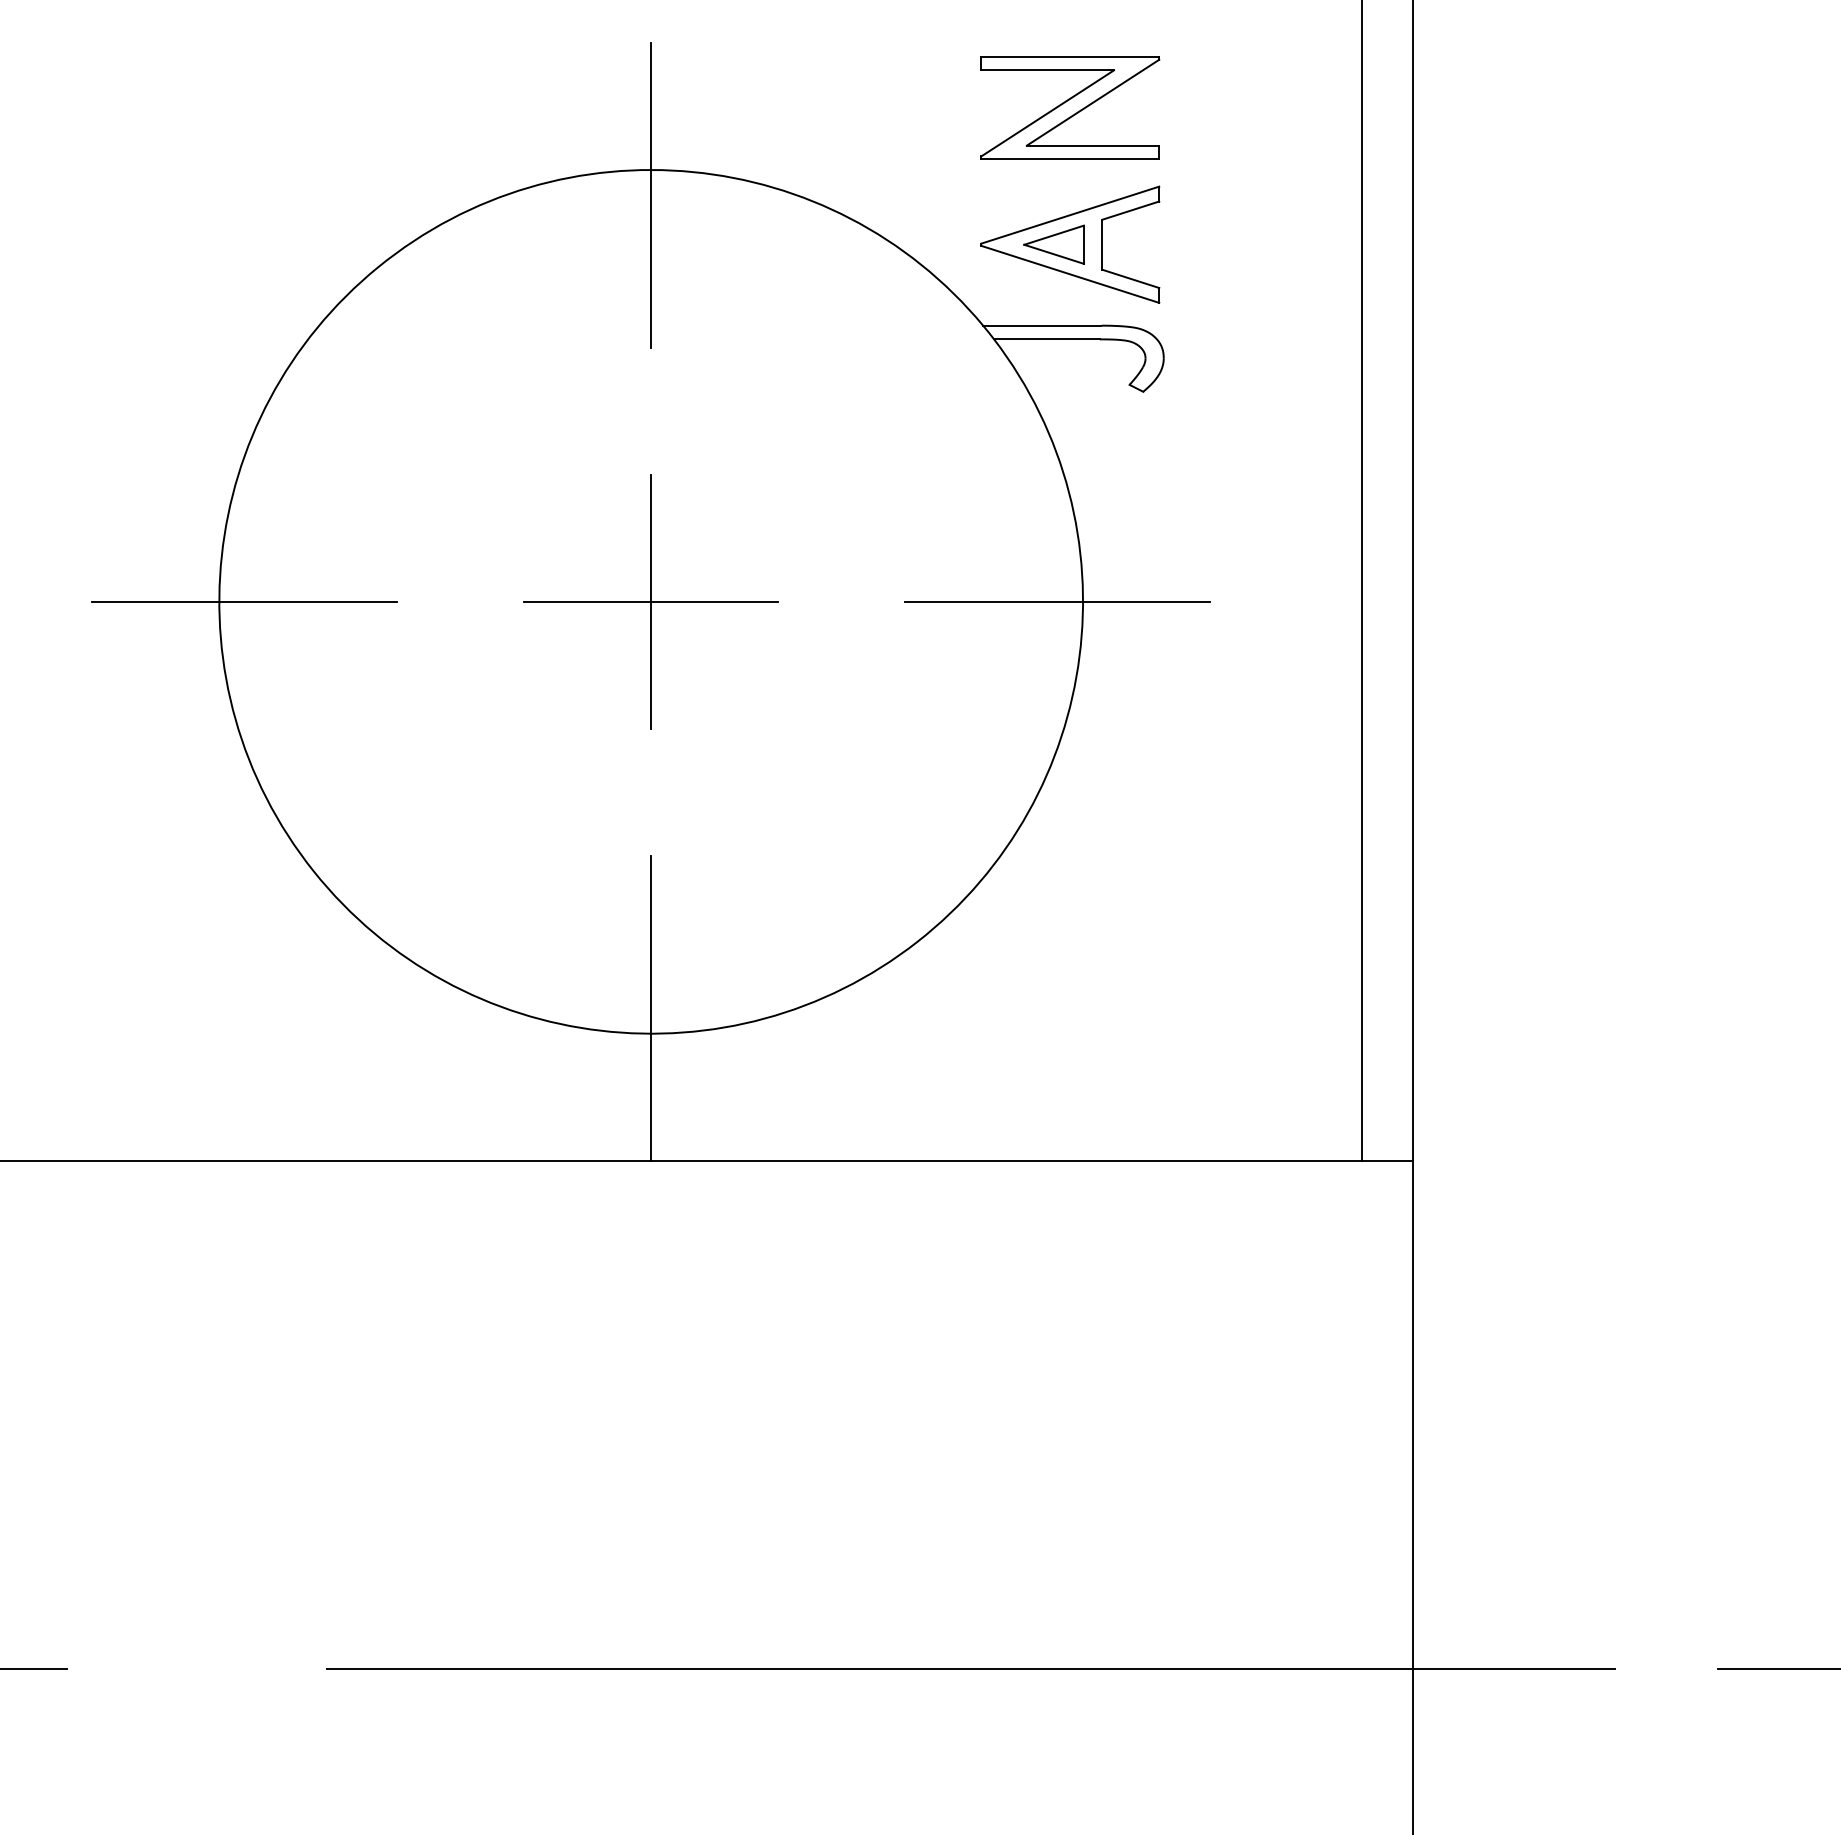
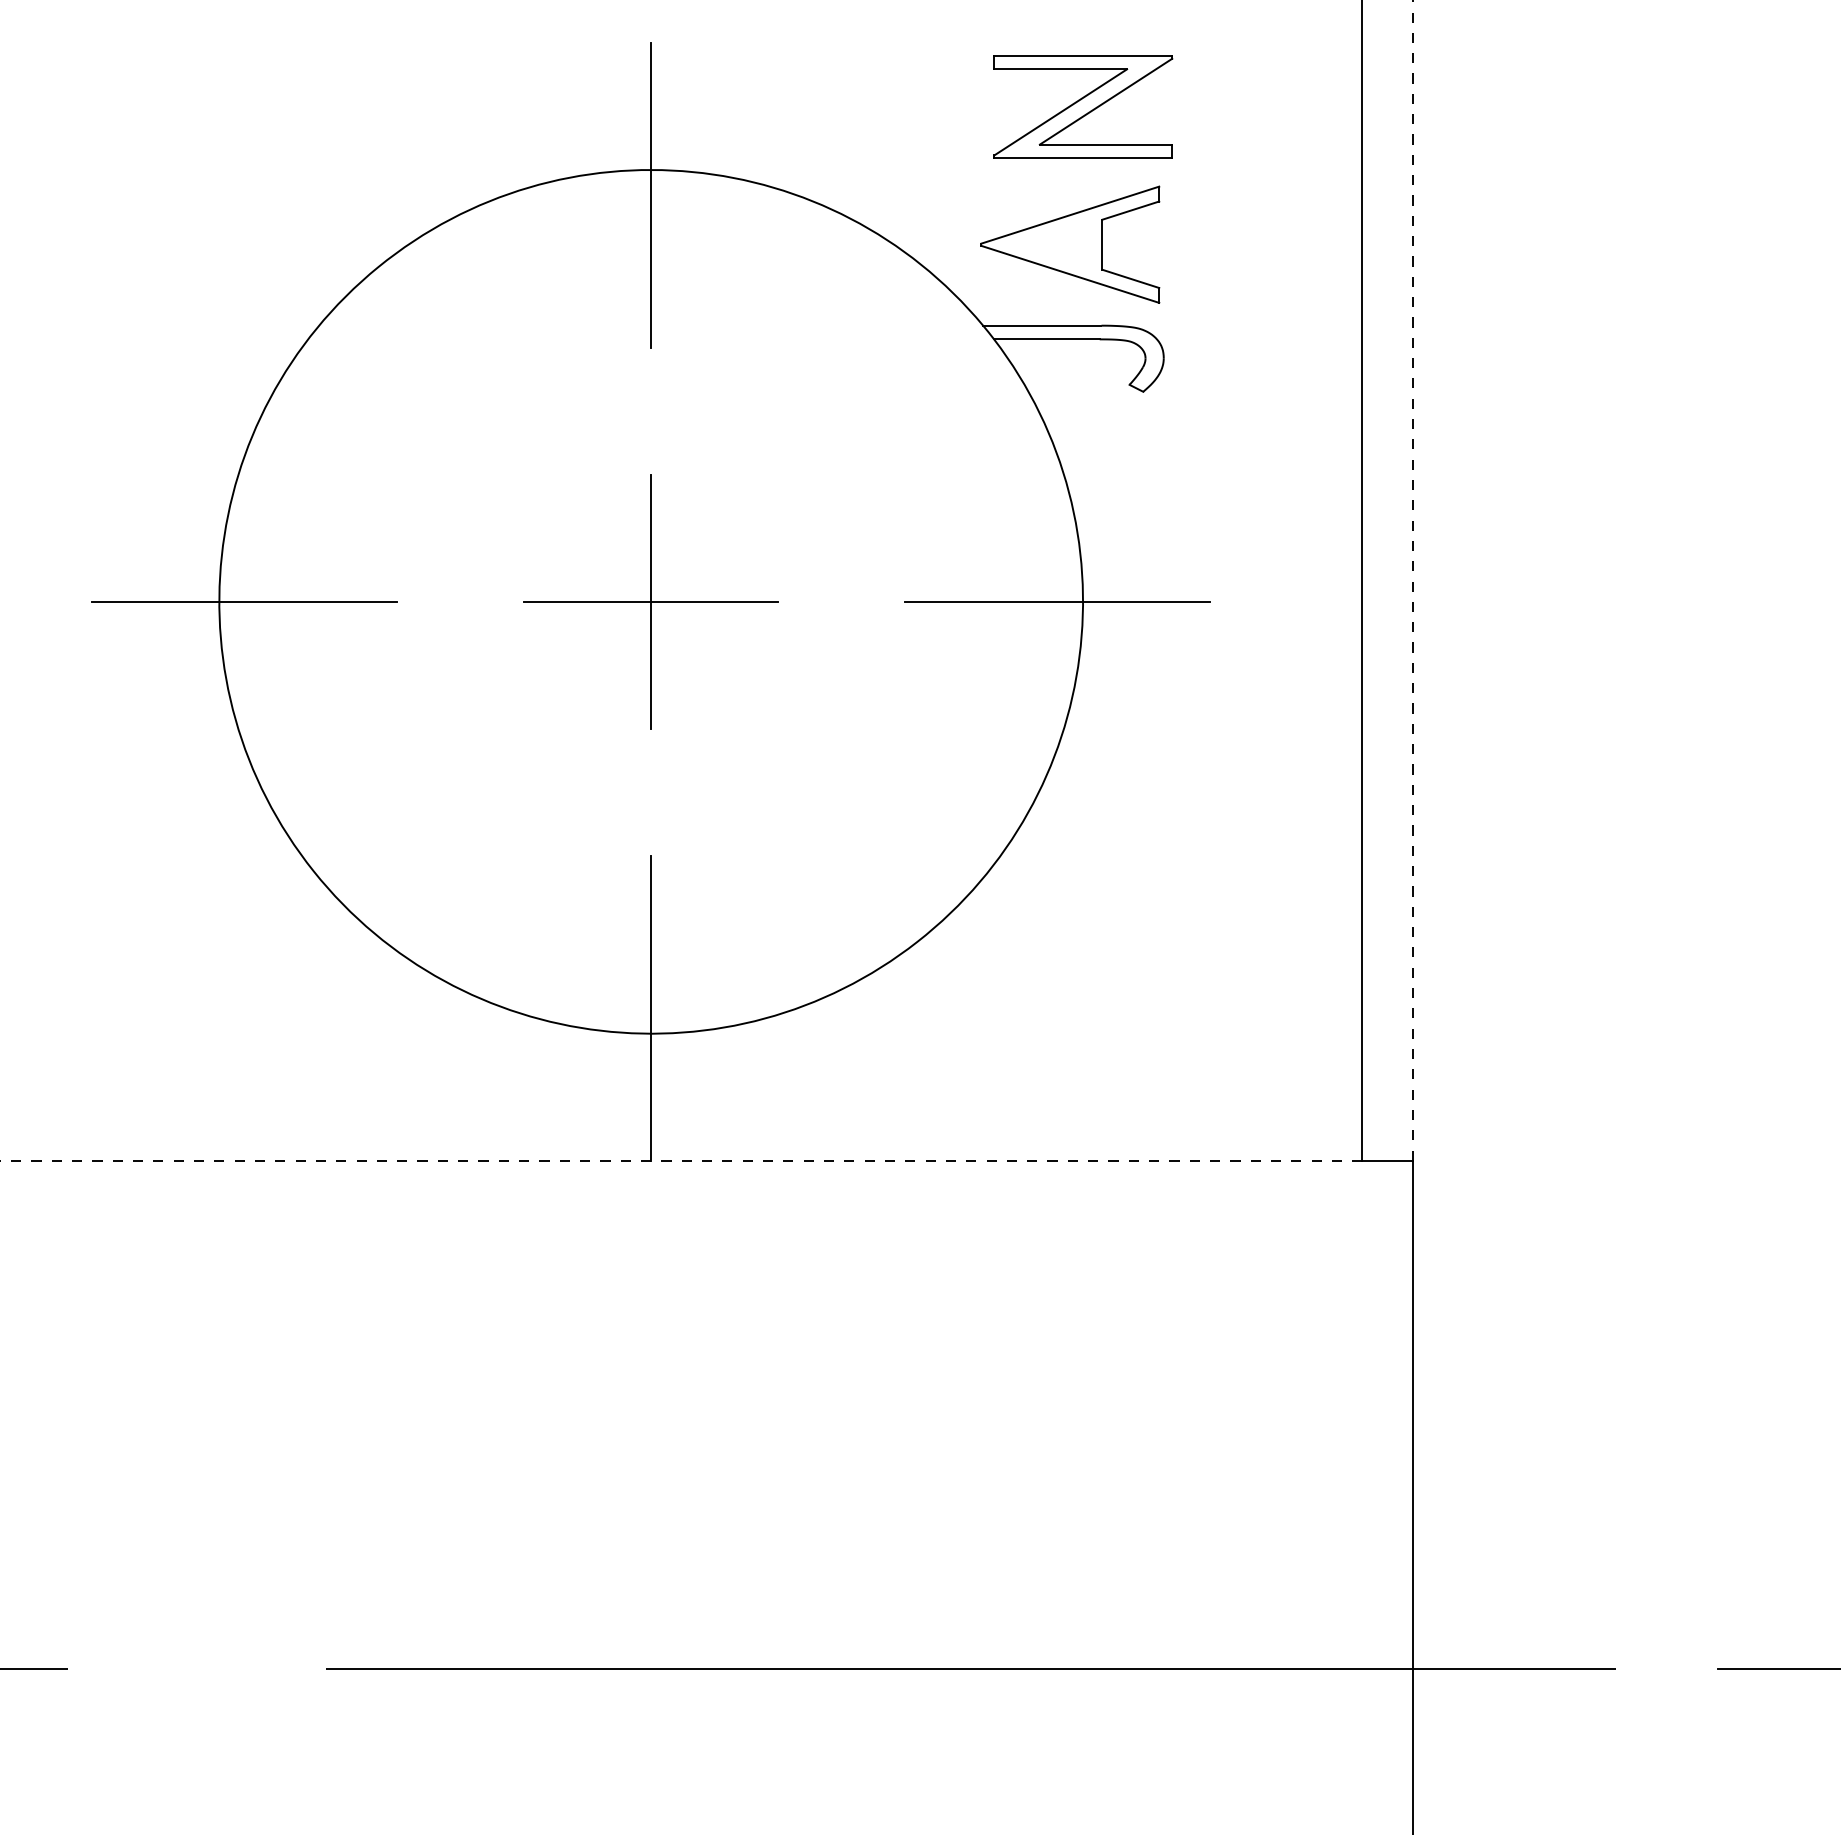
part at (1070, 107) position: (1070, 107) -> (1083, 106)
part at (1053, 244): present -> none
line at (1413, 579): solid -> dashed
line at (681, 1160): solid -> dashed
